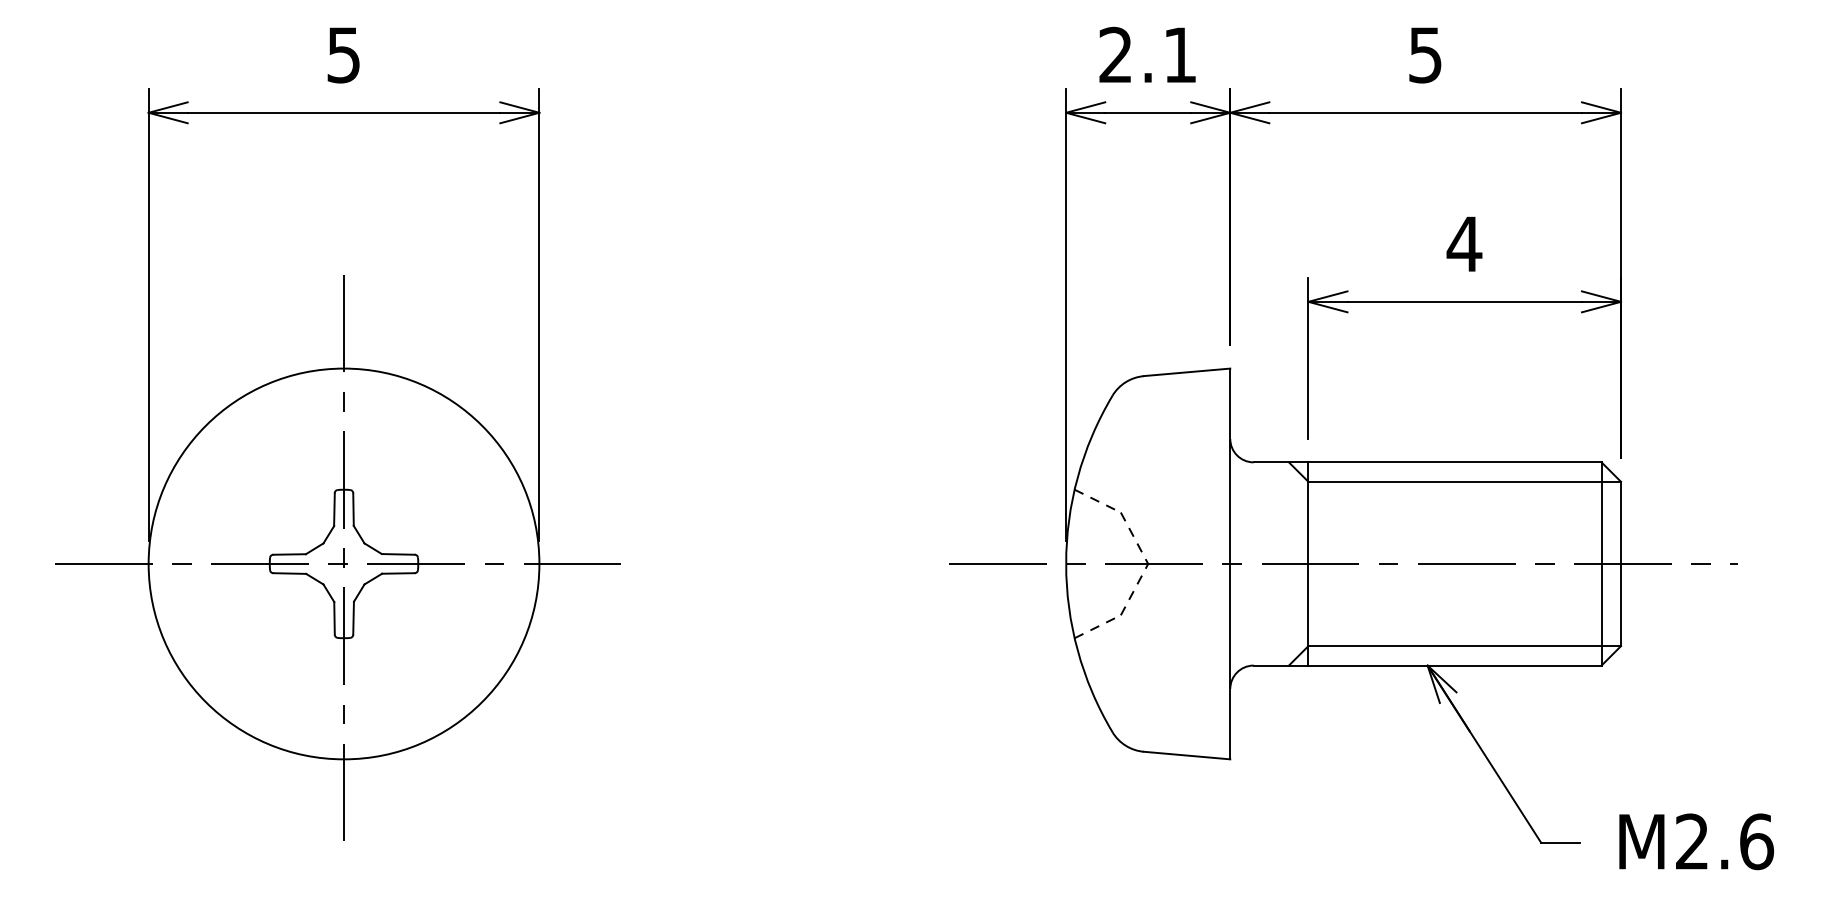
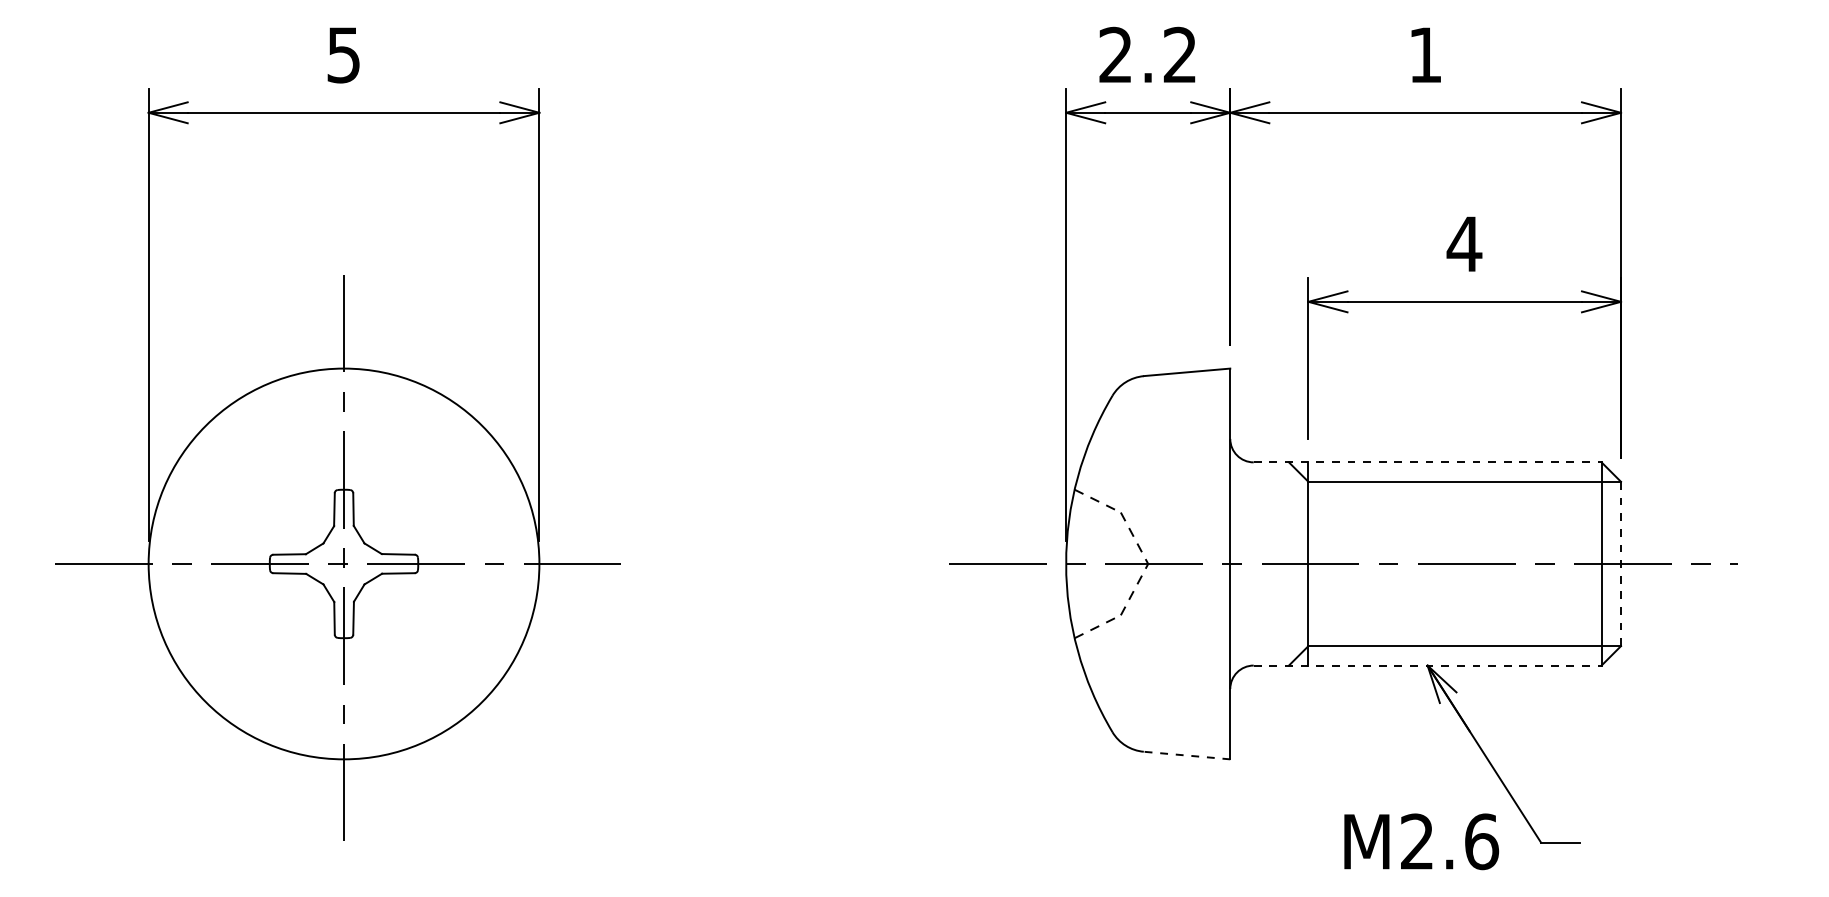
text at (1179, 54): 2.1 -> 2.2
text at (1425, 55): 5 -> 1
line at (1427, 462): solid -> dashed
line at (1621, 563): solid -> dashed
line at (1427, 665): solid -> dashed
line at (1186, 755): solid -> dashed
text at (1696, 841) position: (1696, 841) -> (1421, 841)
